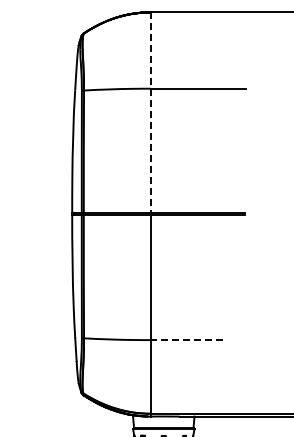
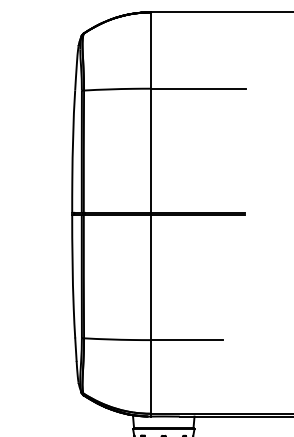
line at (150, 113): dashed -> solid
line at (186, 340): dashed -> solid
